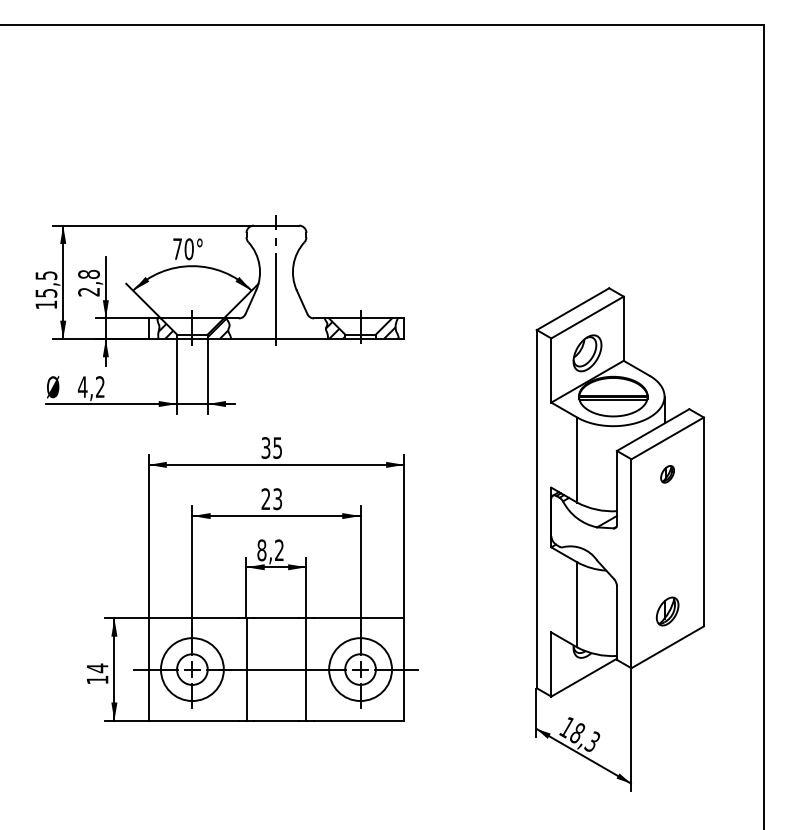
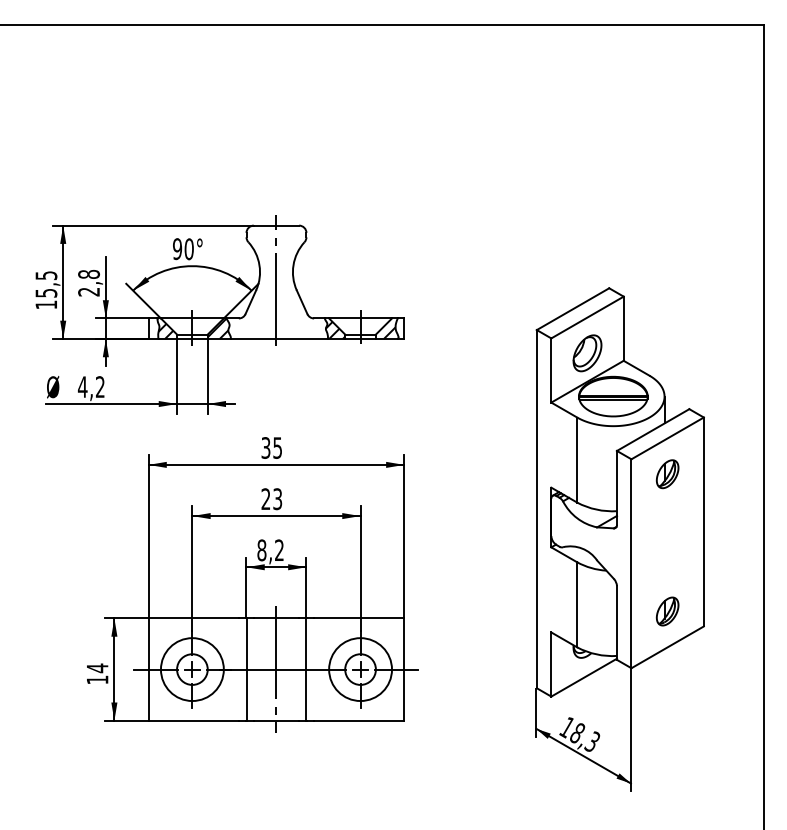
text at (177, 249): 70° -> 90°
part at (667, 474) size: 15x19 px -> 25x31 px
line at (276, 669): none -> present
